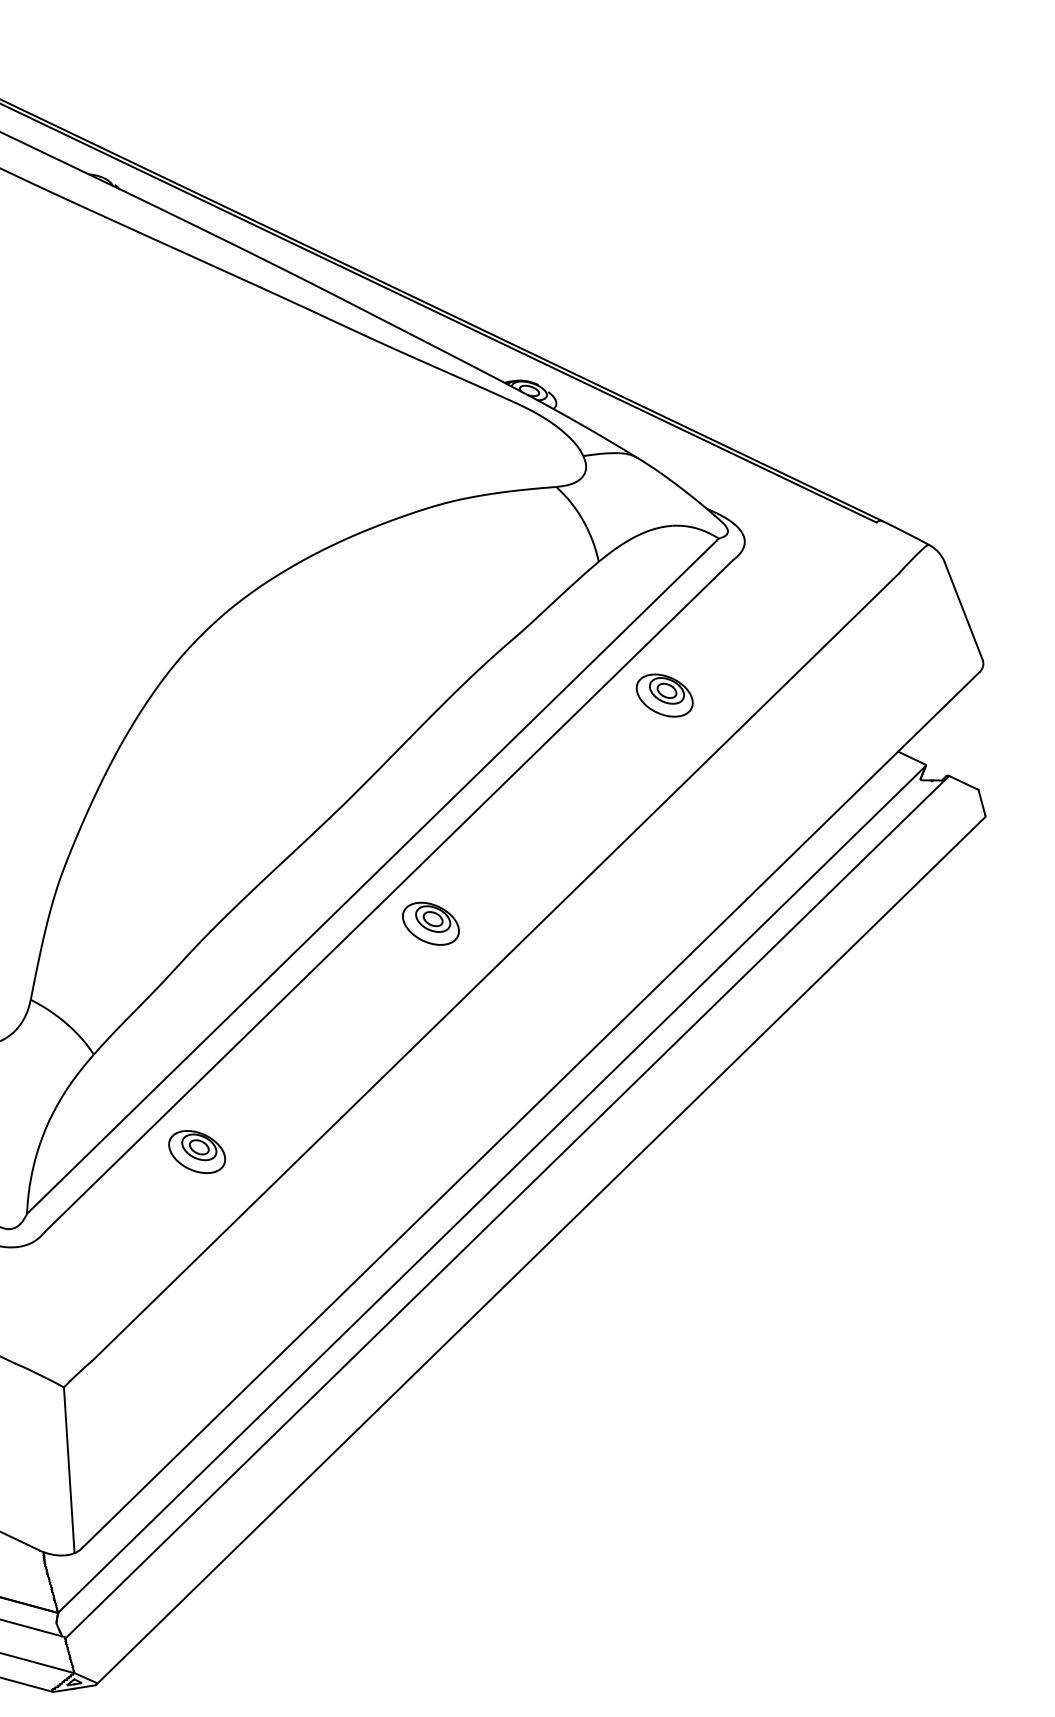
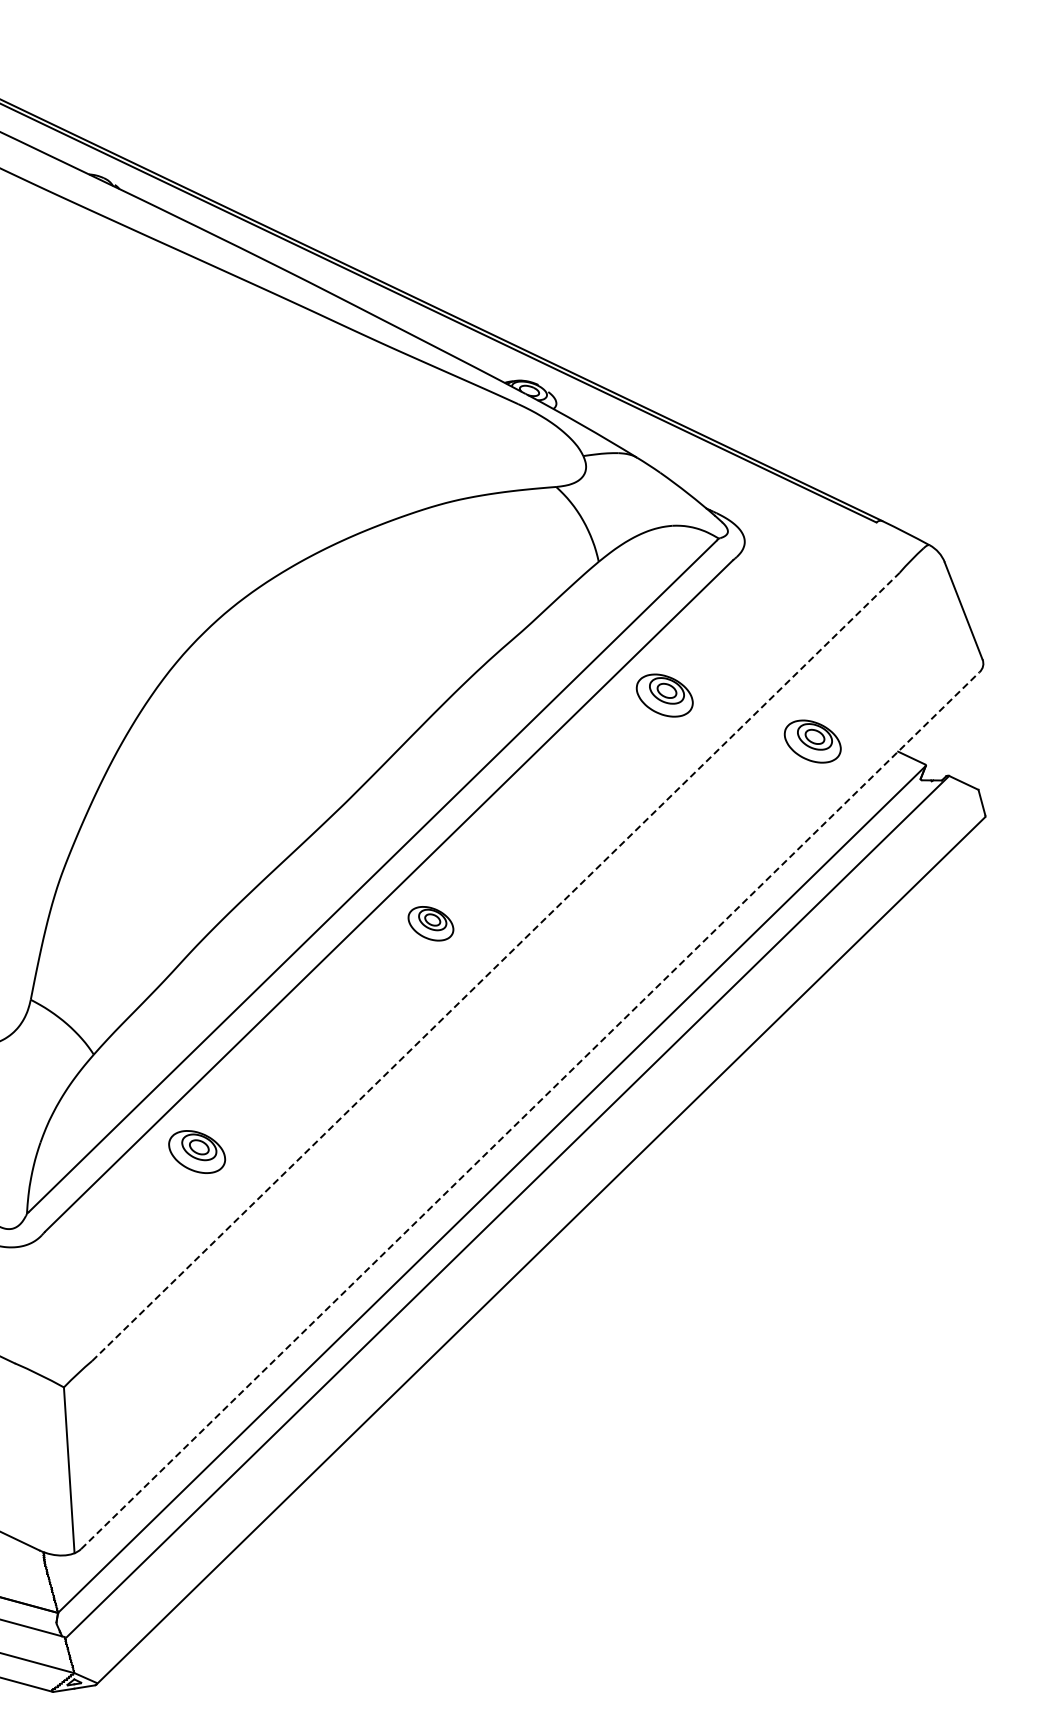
part at (812, 741): none -> present
part at (430, 923) size: 58x45 px -> 48x36 px
line at (496, 966): solid -> dashed
line at (530, 1110): solid -> dashed
